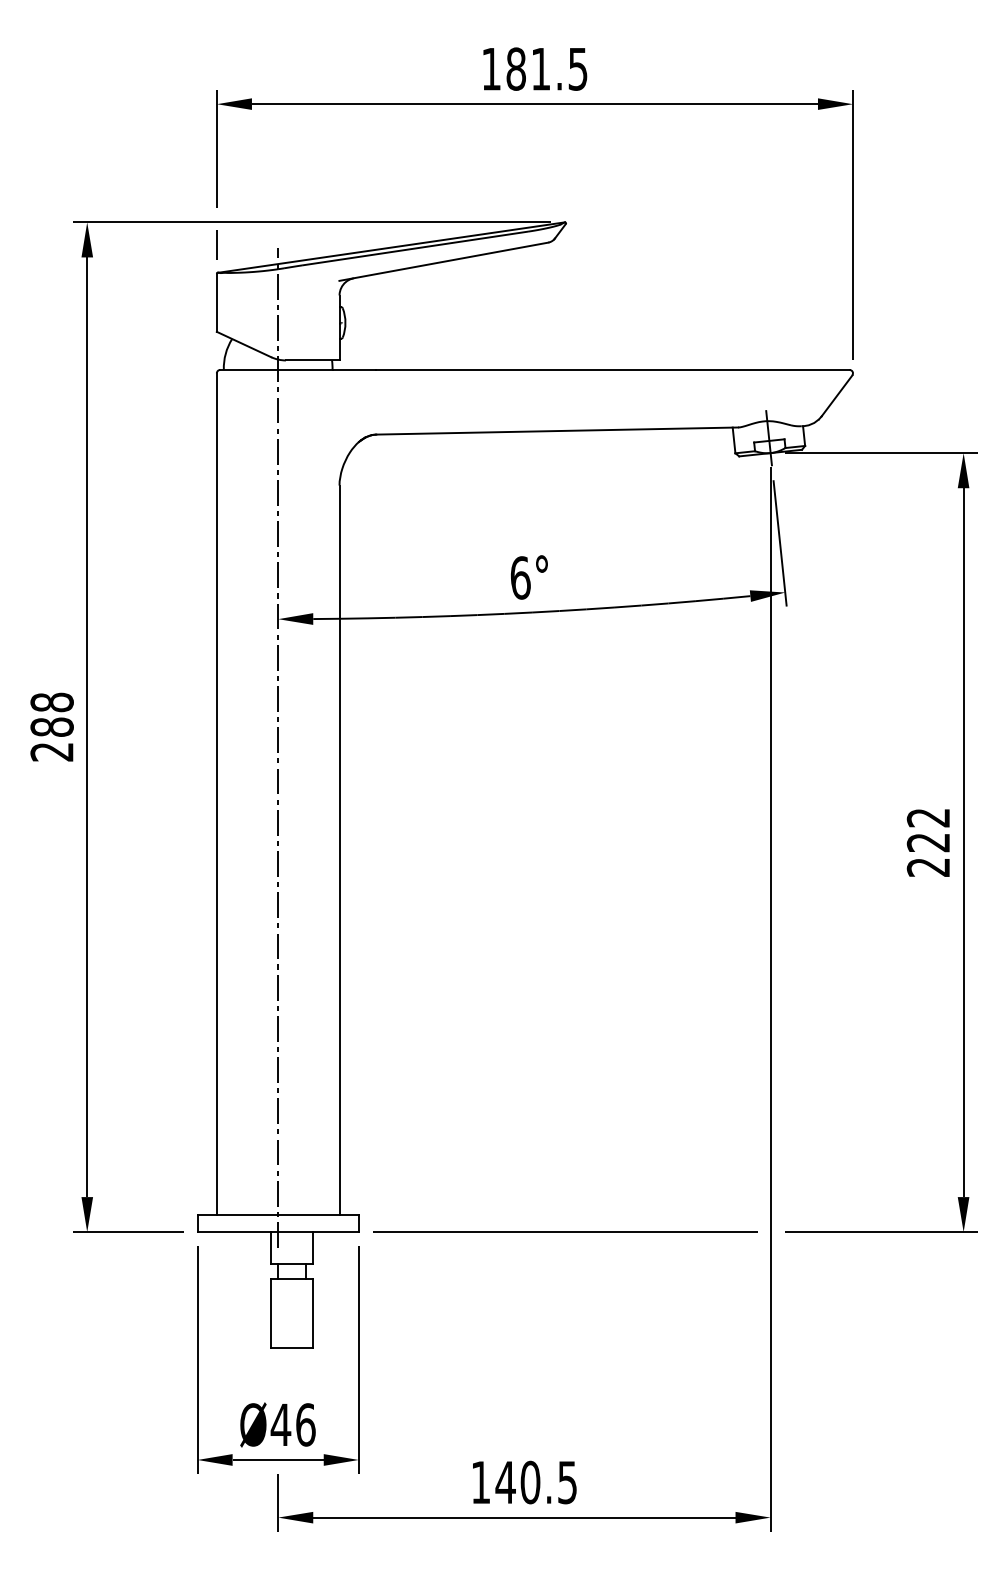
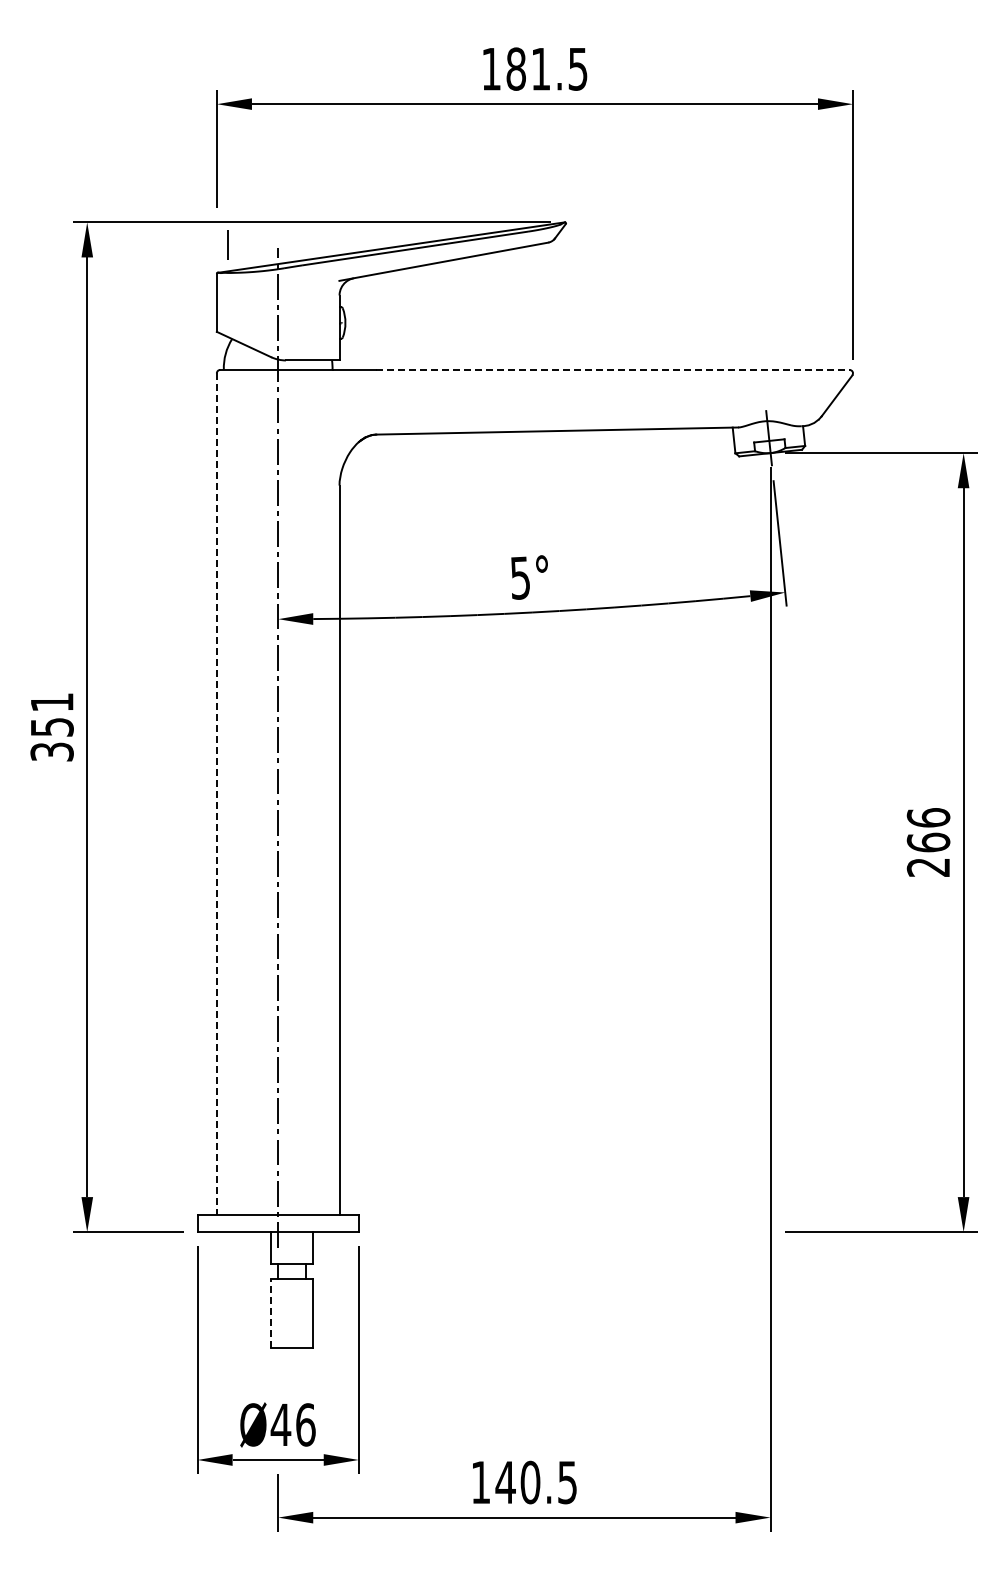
line at (216, 244) position: (216, 244) -> (227, 244)
line at (612, 369): solid -> dashed
text at (520, 577): 6° -> 5°
text at (51, 726): 288 -> 351
line at (216, 794): solid -> dashed
text at (928, 830): 222 -> 266
line at (565, 1231): present -> none
line at (271, 1313): solid -> dashed
